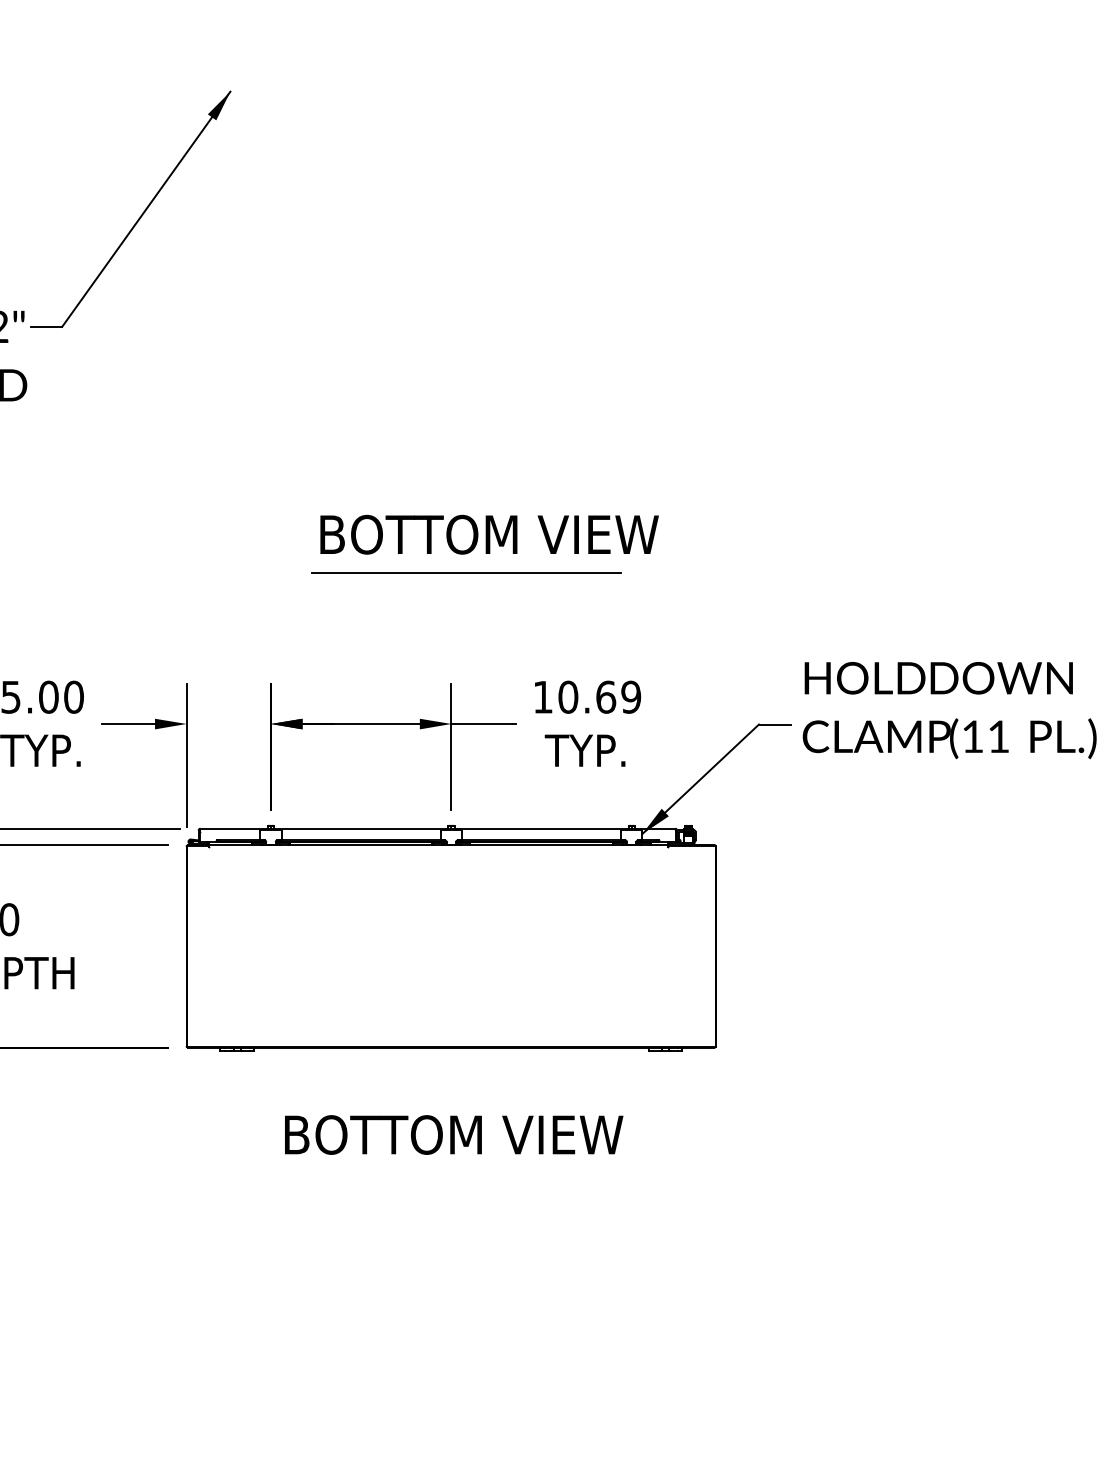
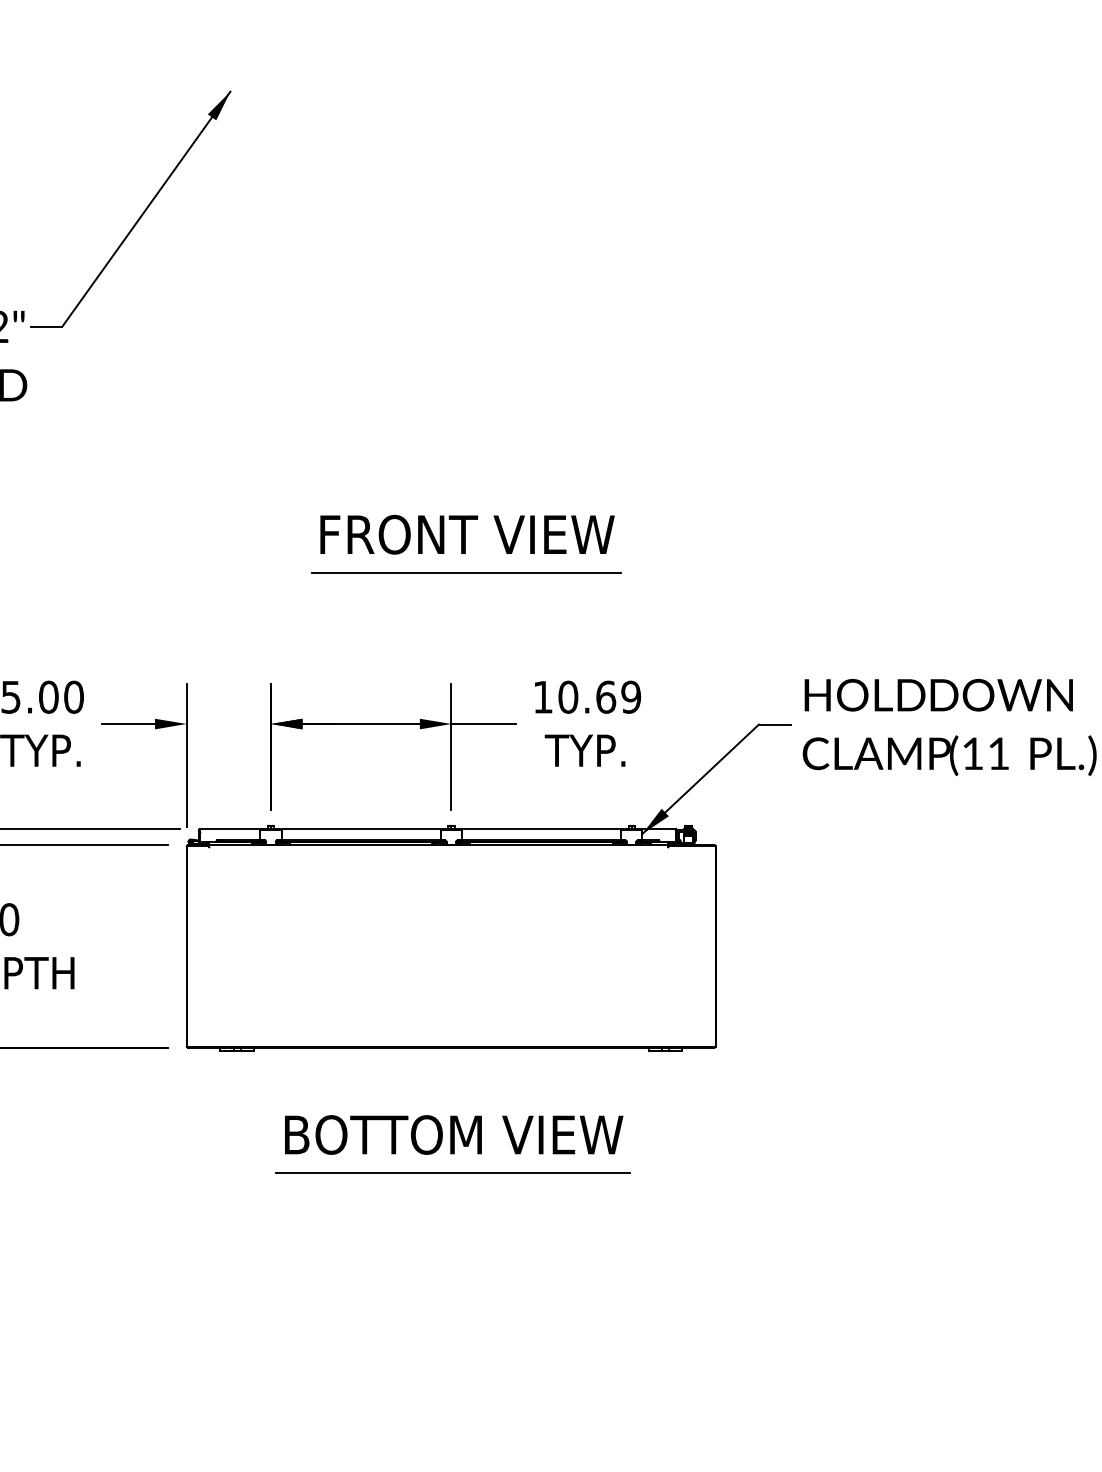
text at (491, 534): BOTTOM VIEW -> FRONT VIEW
text at (949, 710) position: (949, 710) -> (949, 727)
line at (453, 1173): none -> present
